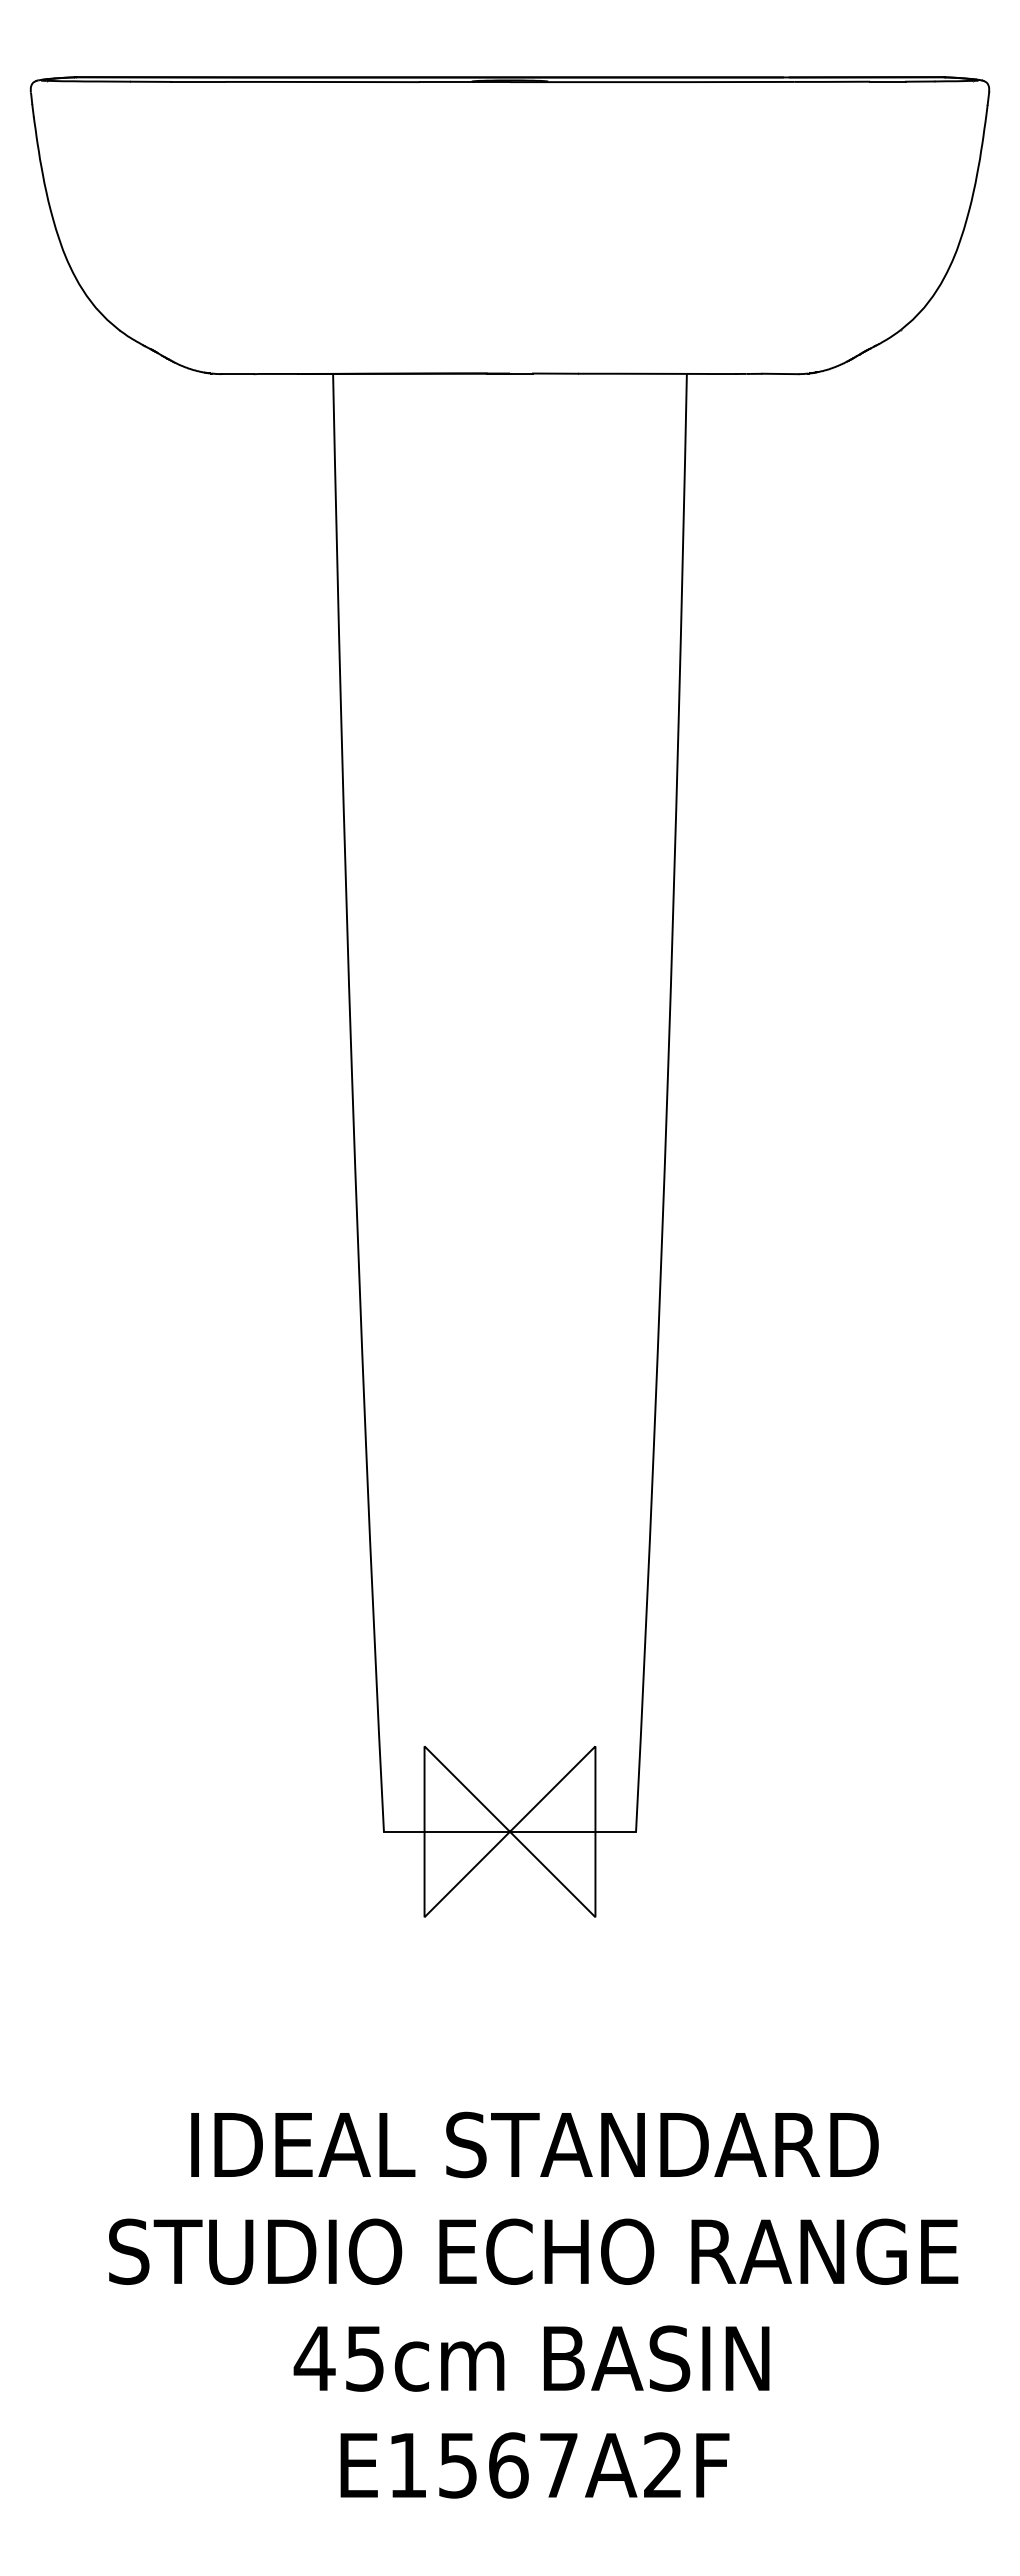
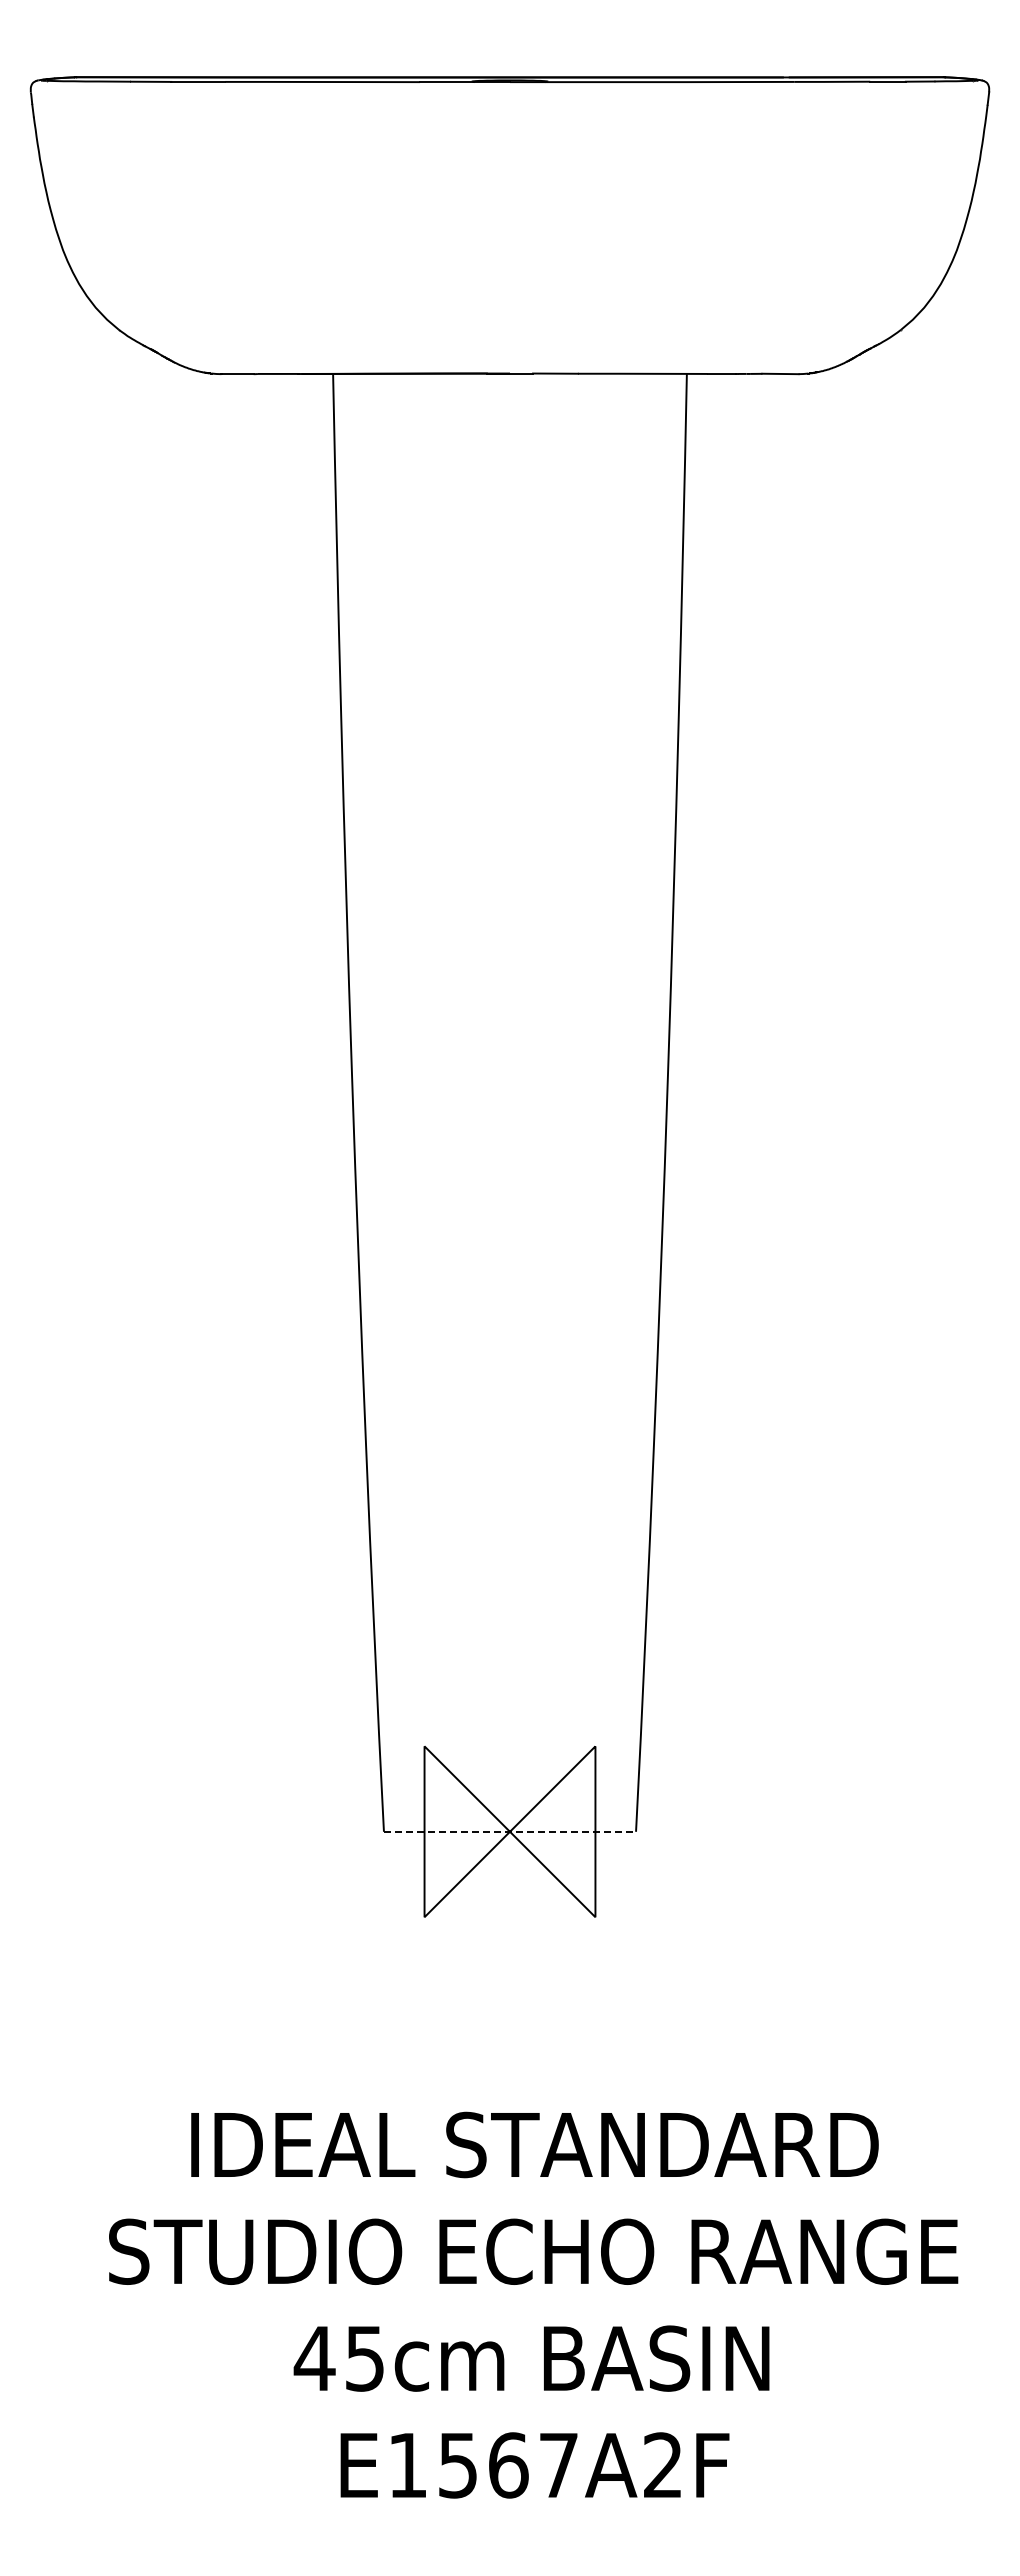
line at (510, 1831): solid -> dashed
